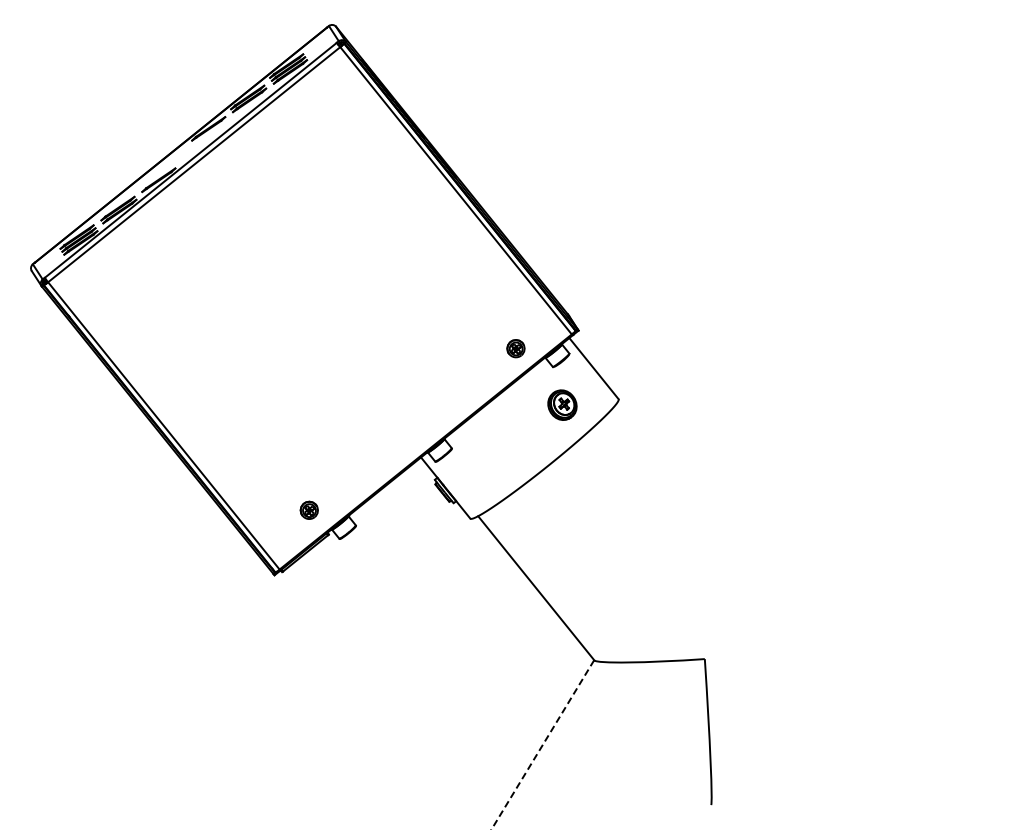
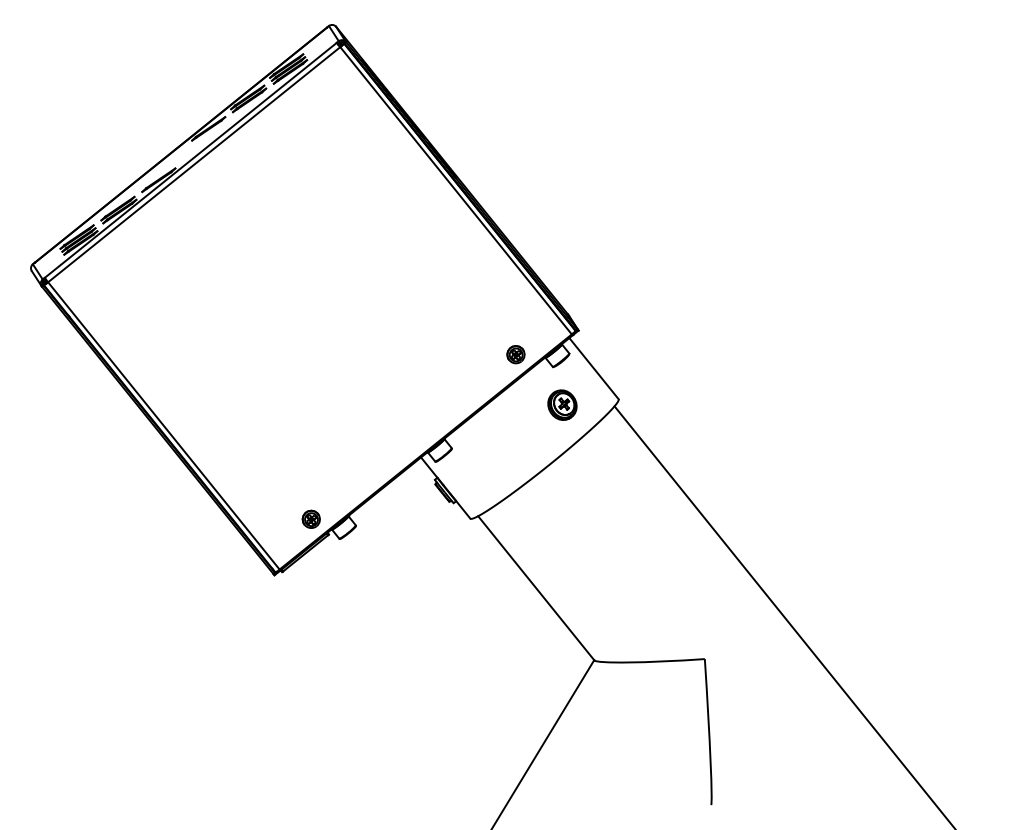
part at (515, 348) position: (515, 348) -> (515, 354)
part at (308, 509) position: (308, 509) -> (310, 518)
line at (783, 616): none -> present
line at (542, 745): dashed -> solid
